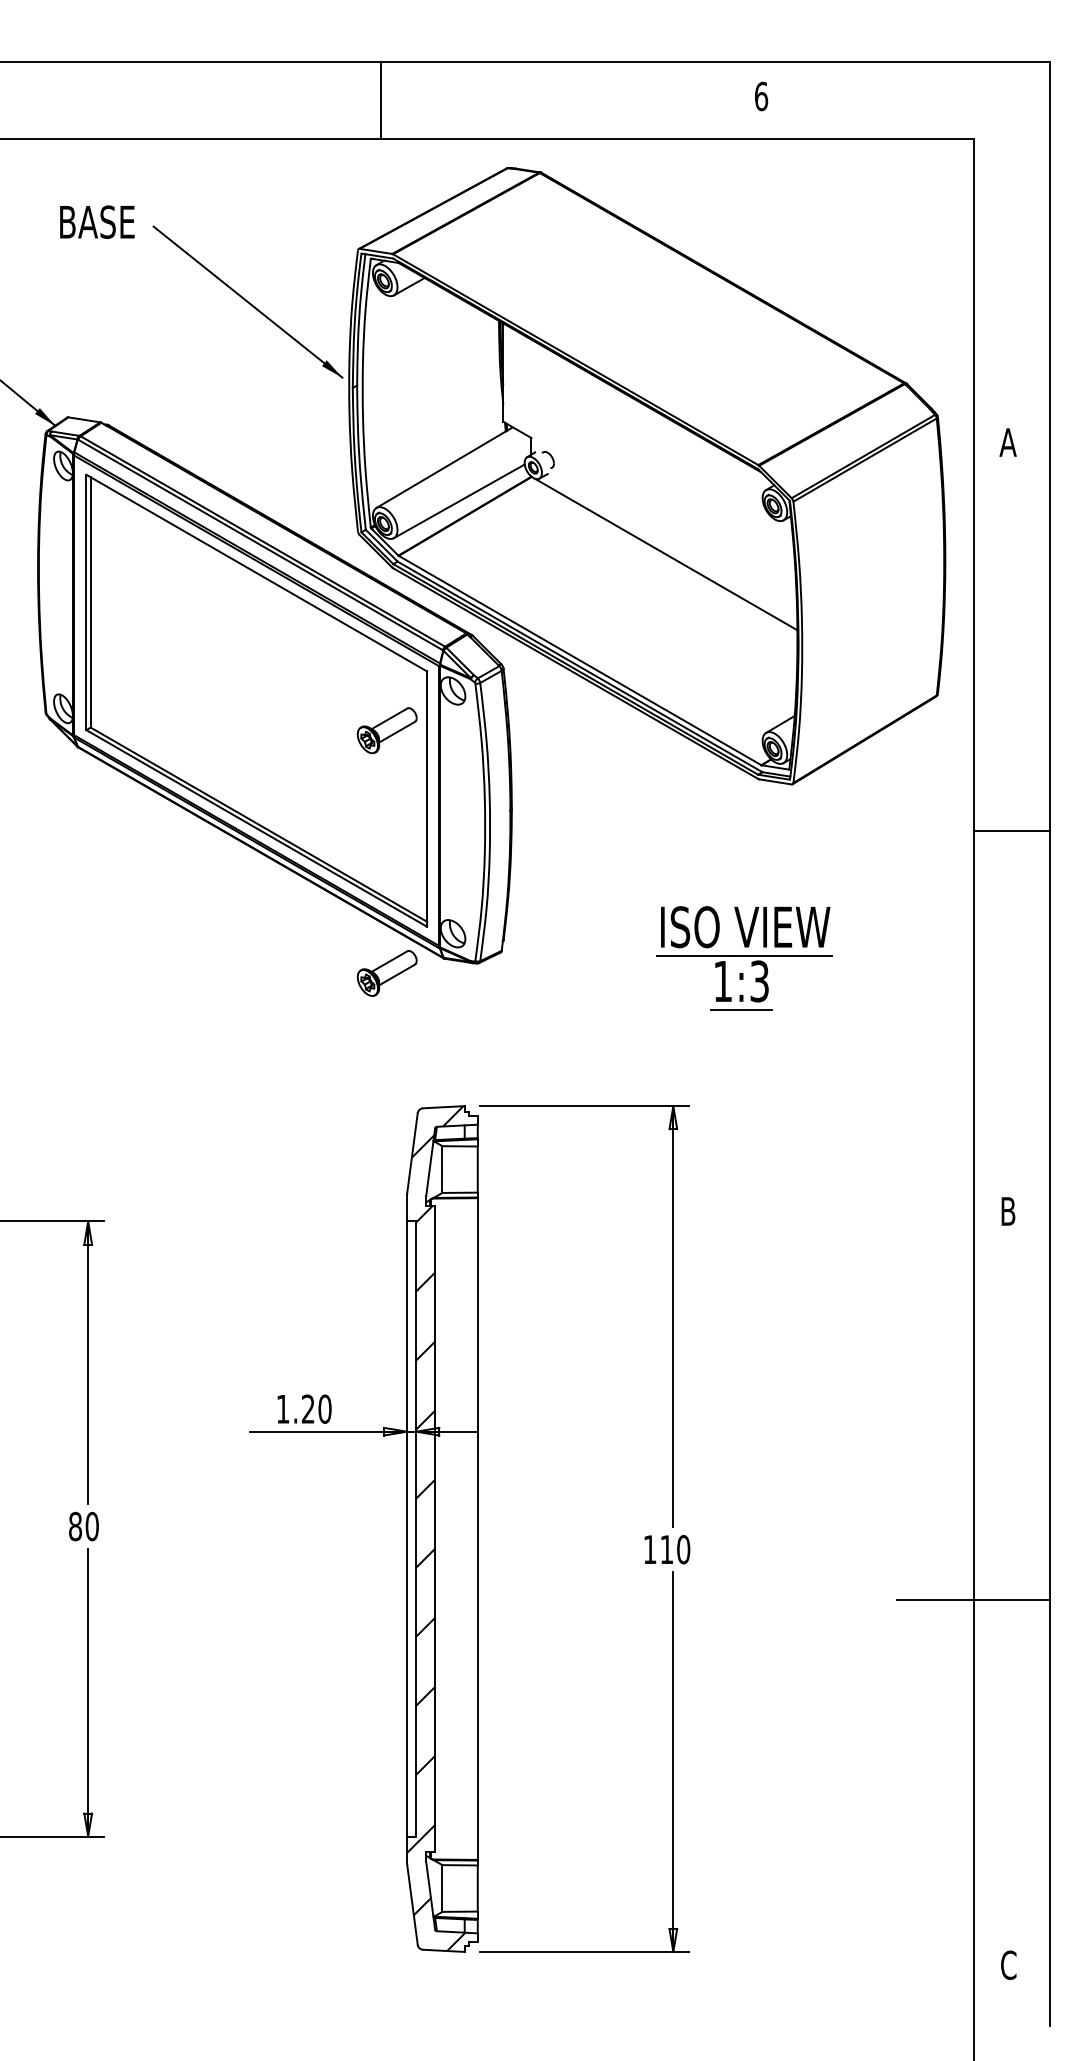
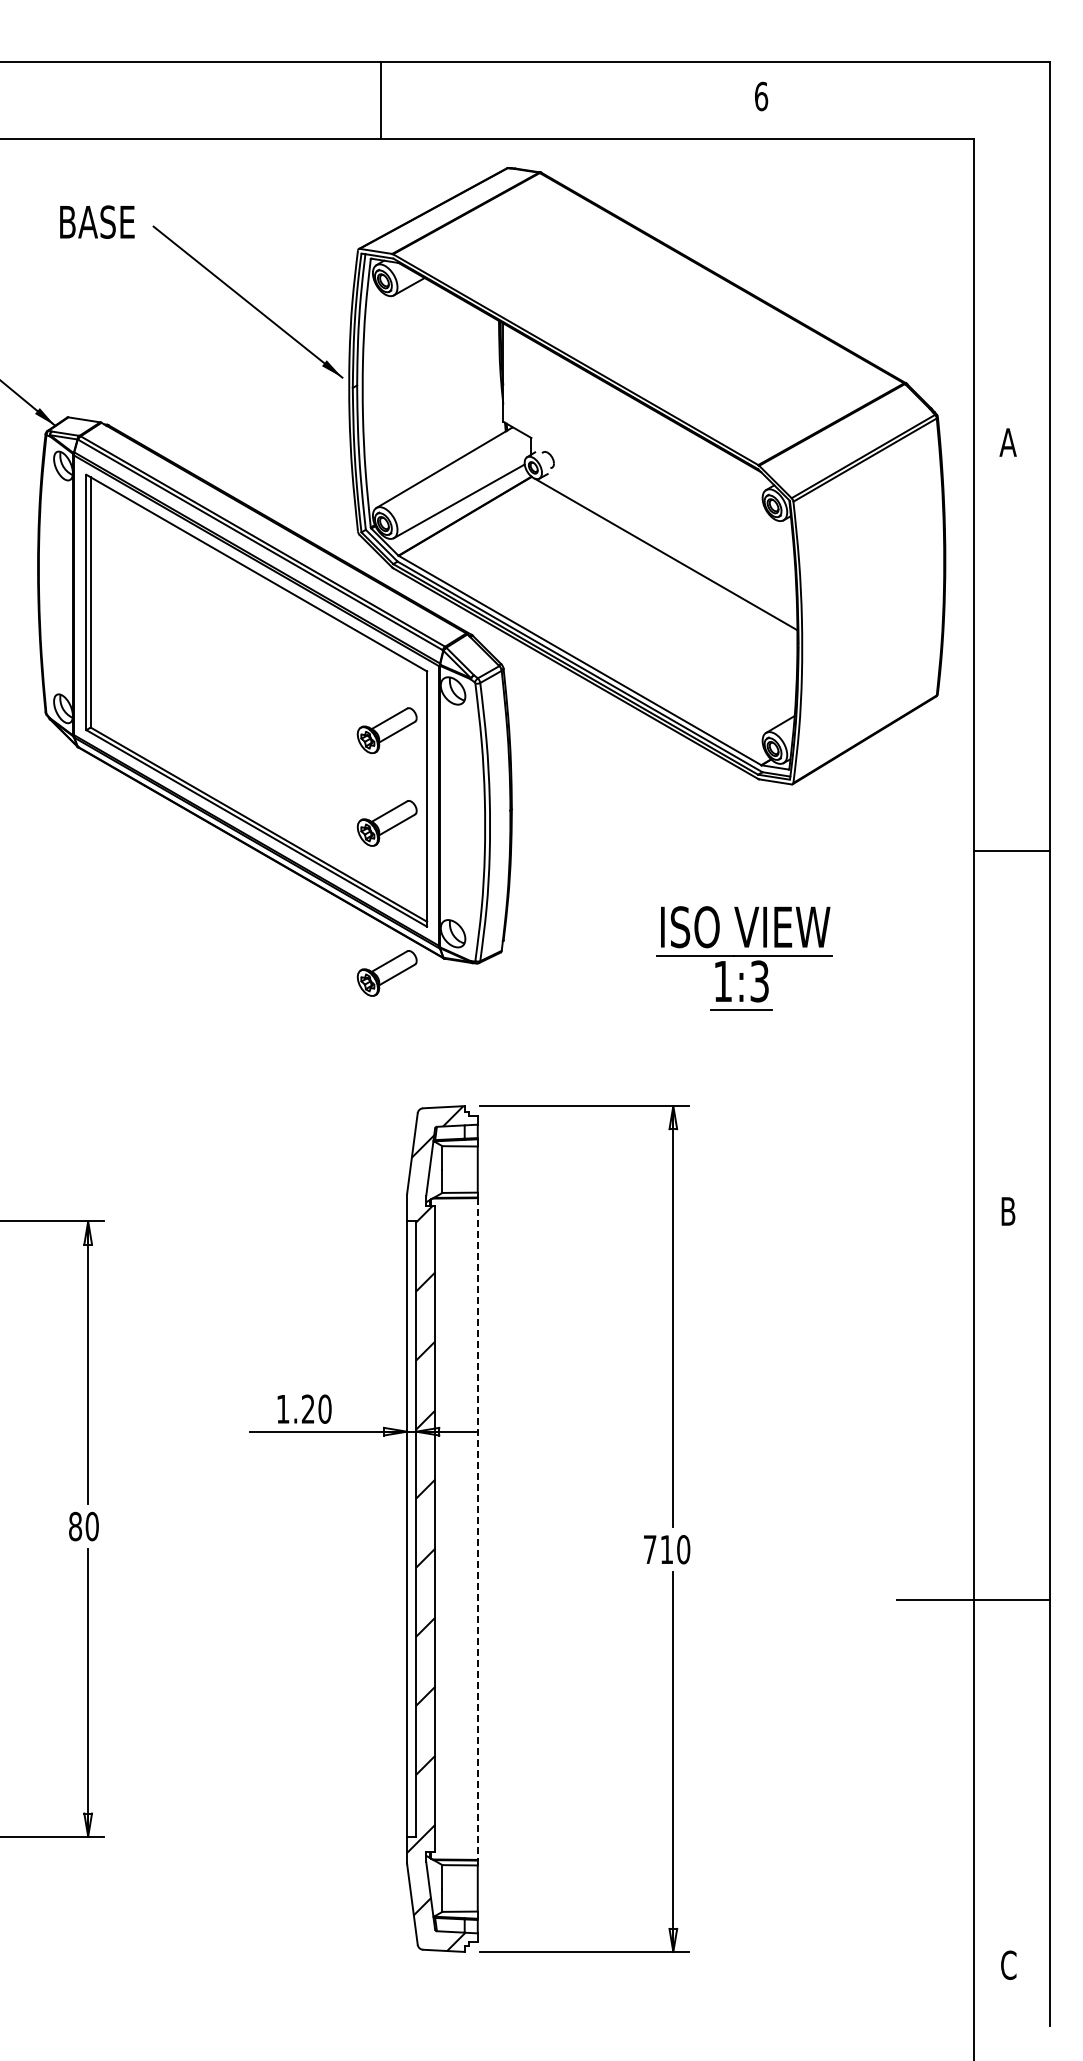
part at (386, 823): none -> present
line at (1011, 830) position: (1011, 830) -> (1011, 850)
line at (477, 1529): solid -> dashed
text at (650, 1549): 110 -> 710
